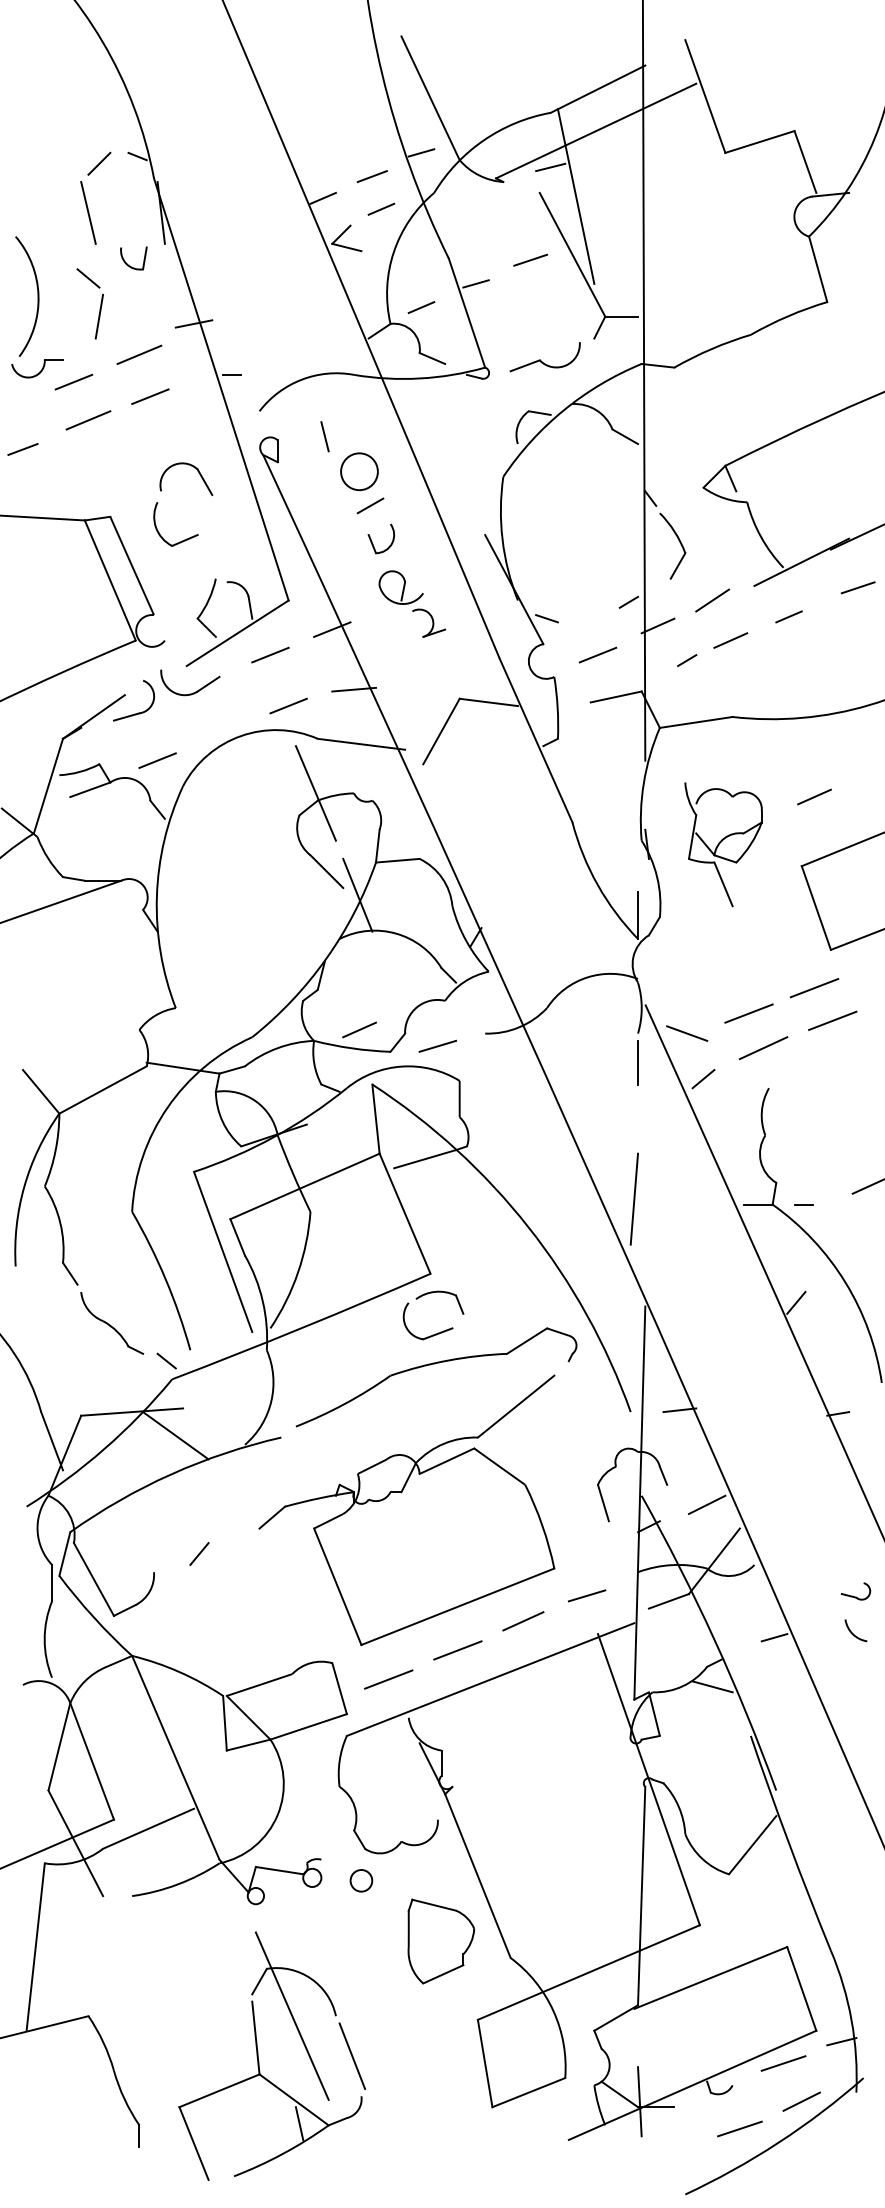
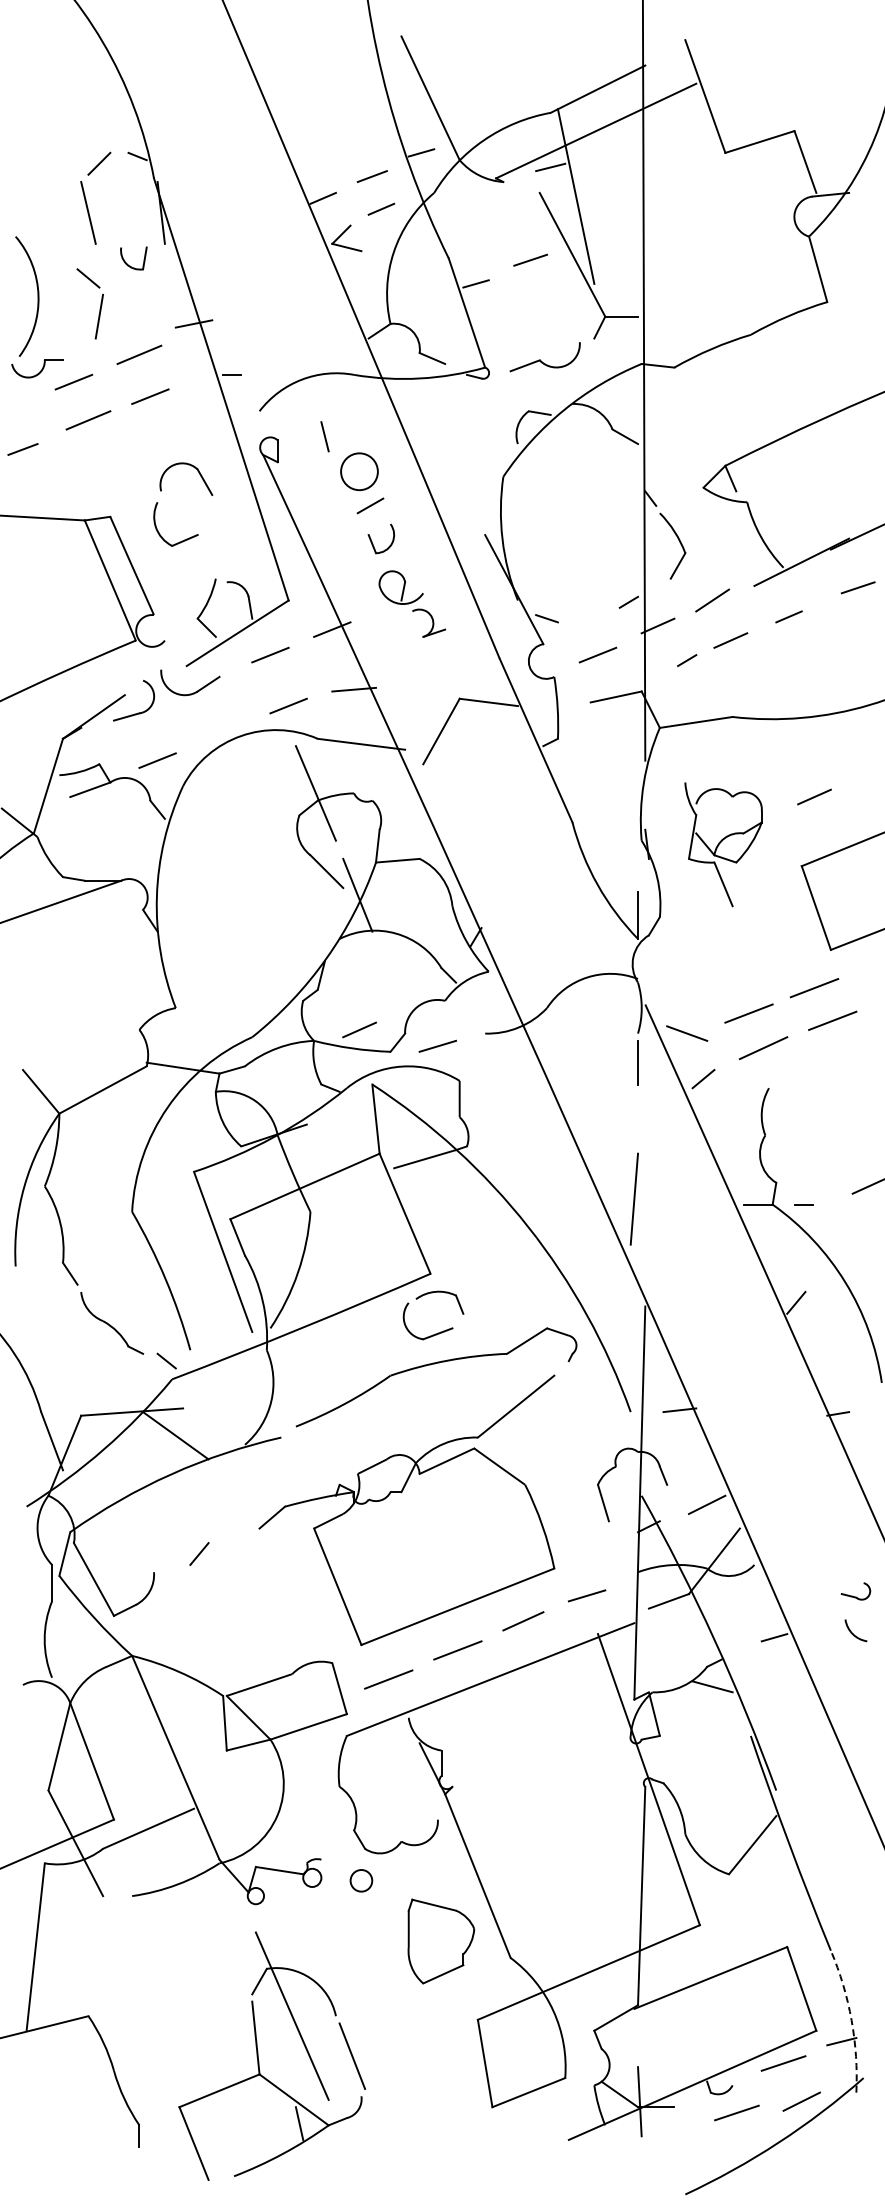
line at (421, 307): present -> none
arc at (851, 2020): solid -> dashed
line at (739, 2128) position: (739, 2128) -> (736, 2112)
